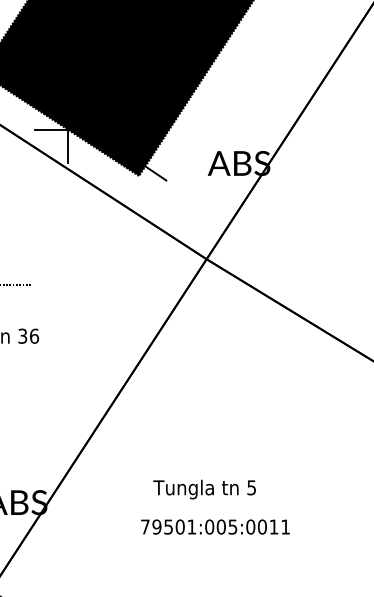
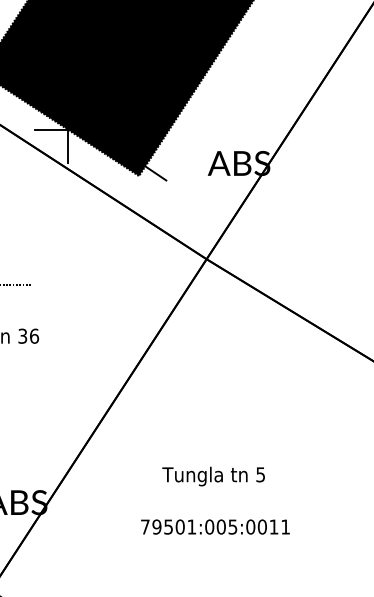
text at (204, 489) position: (204, 489) -> (213, 476)
